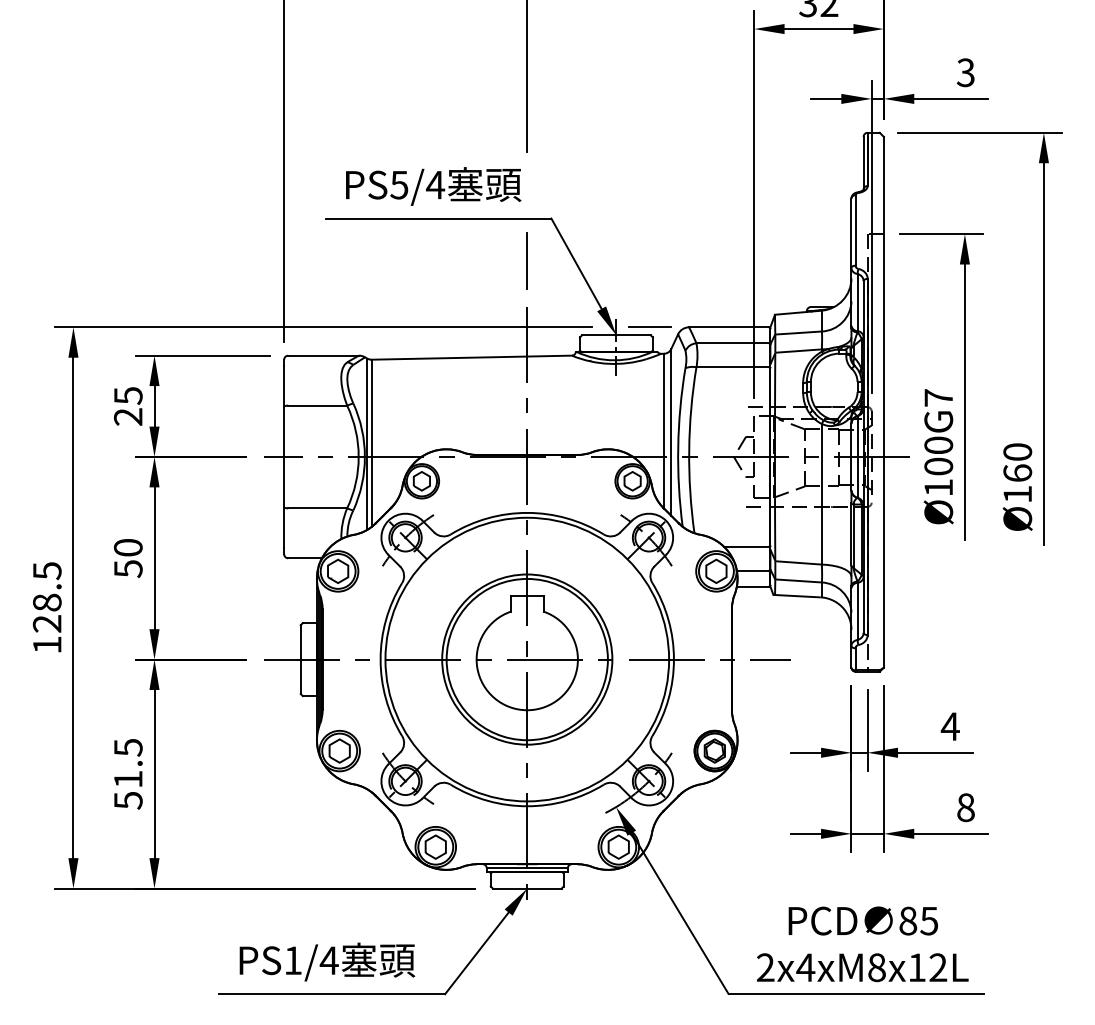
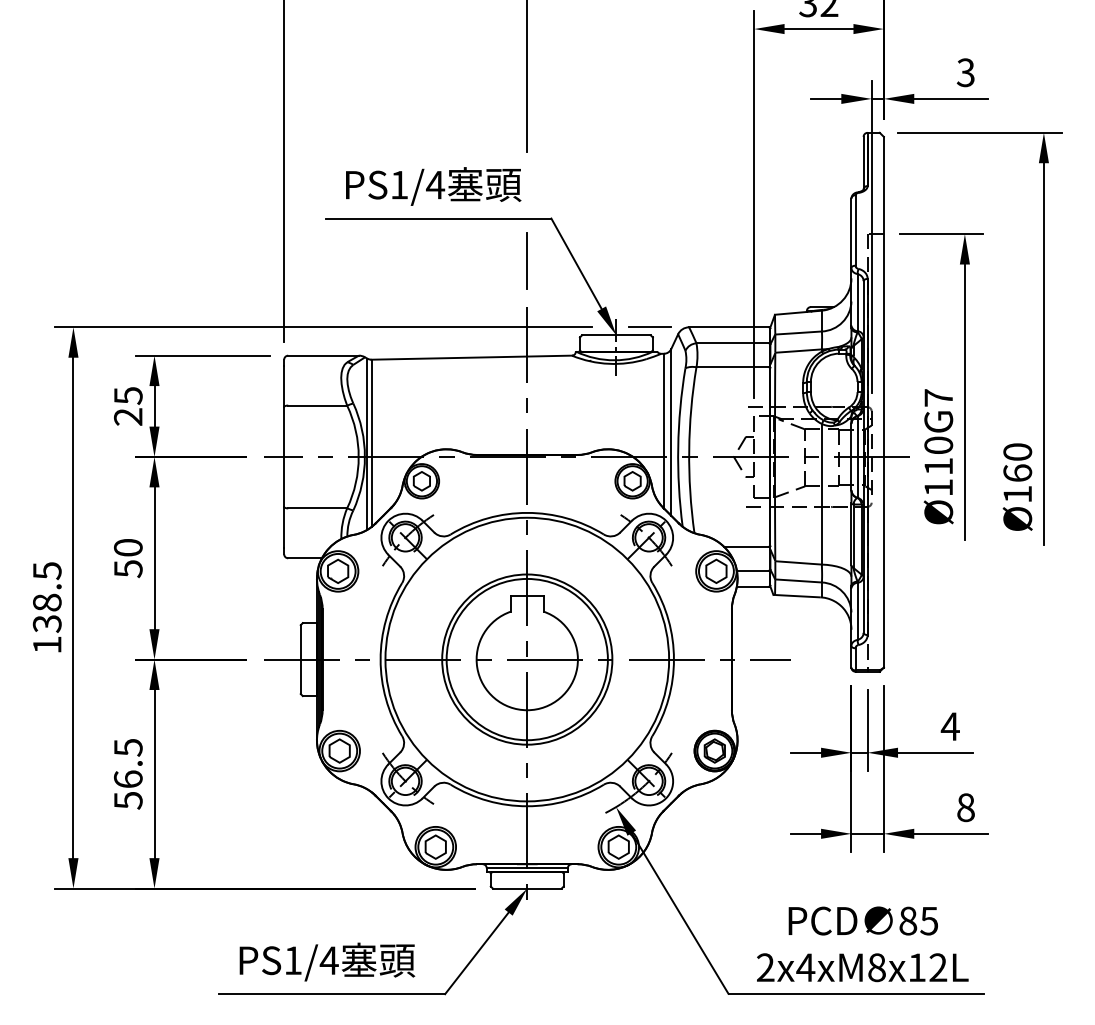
text at (399, 185): PS5/4 -> PS1/4
text at (938, 466): Ø100G7 -> Ø110G7
text at (47, 623): 128.5 -> 138.5
text at (127, 778): 51.5 -> 56.5
